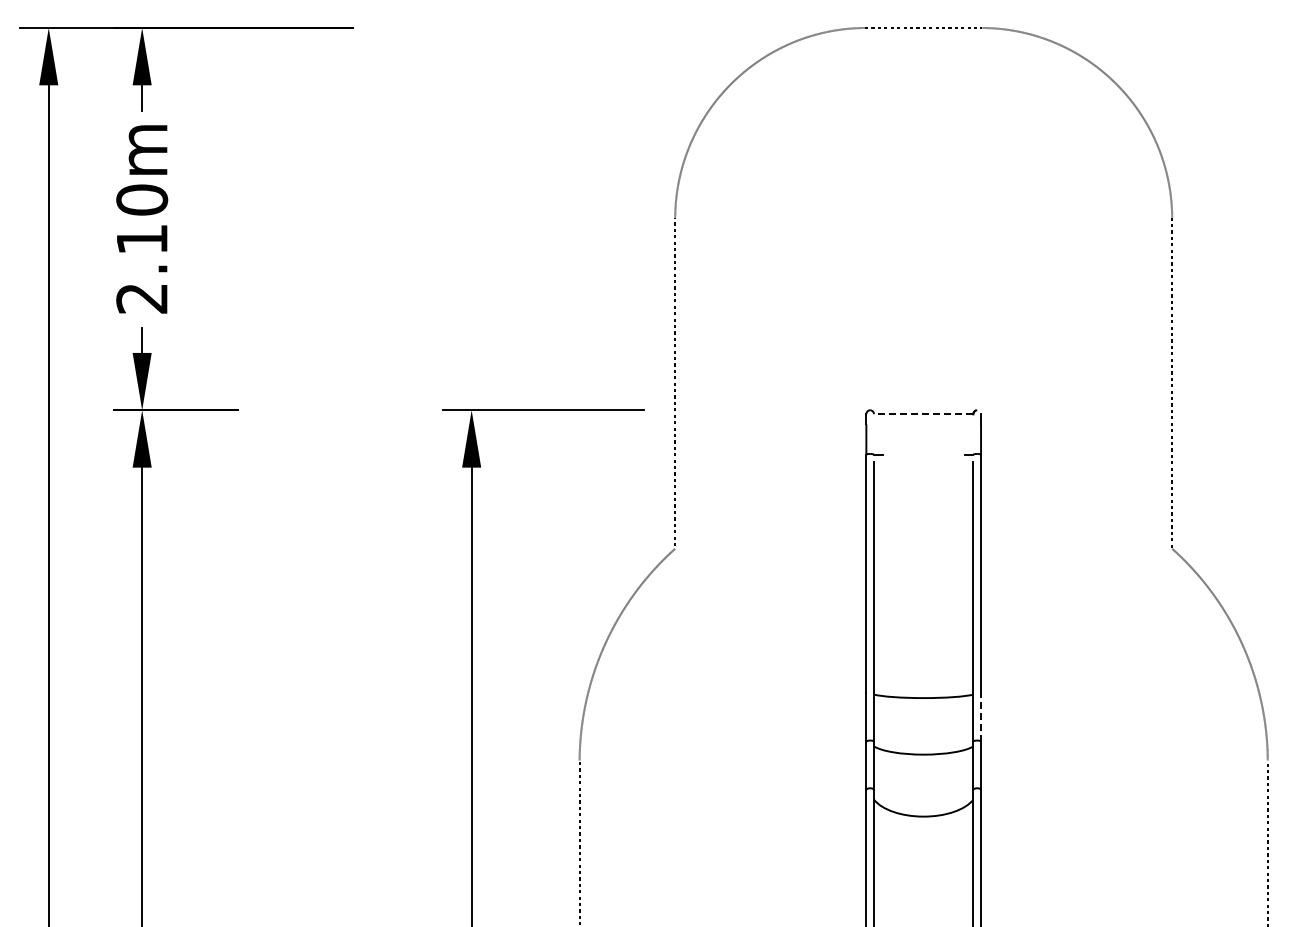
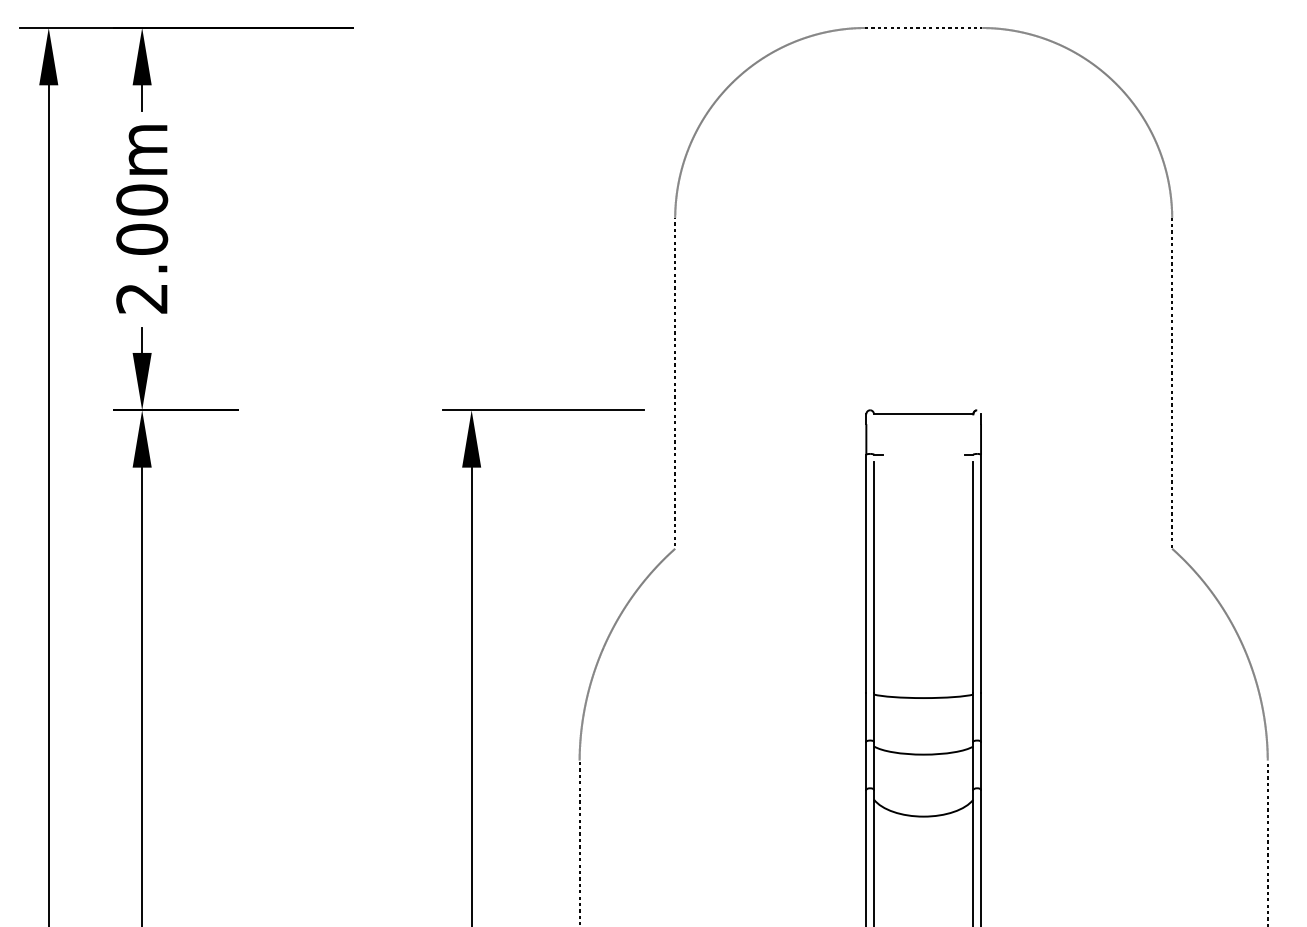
text at (142, 238): 2.10m -> 2.00m
line at (923, 414): dashed -> solid
line at (981, 717): dashed -> solid
